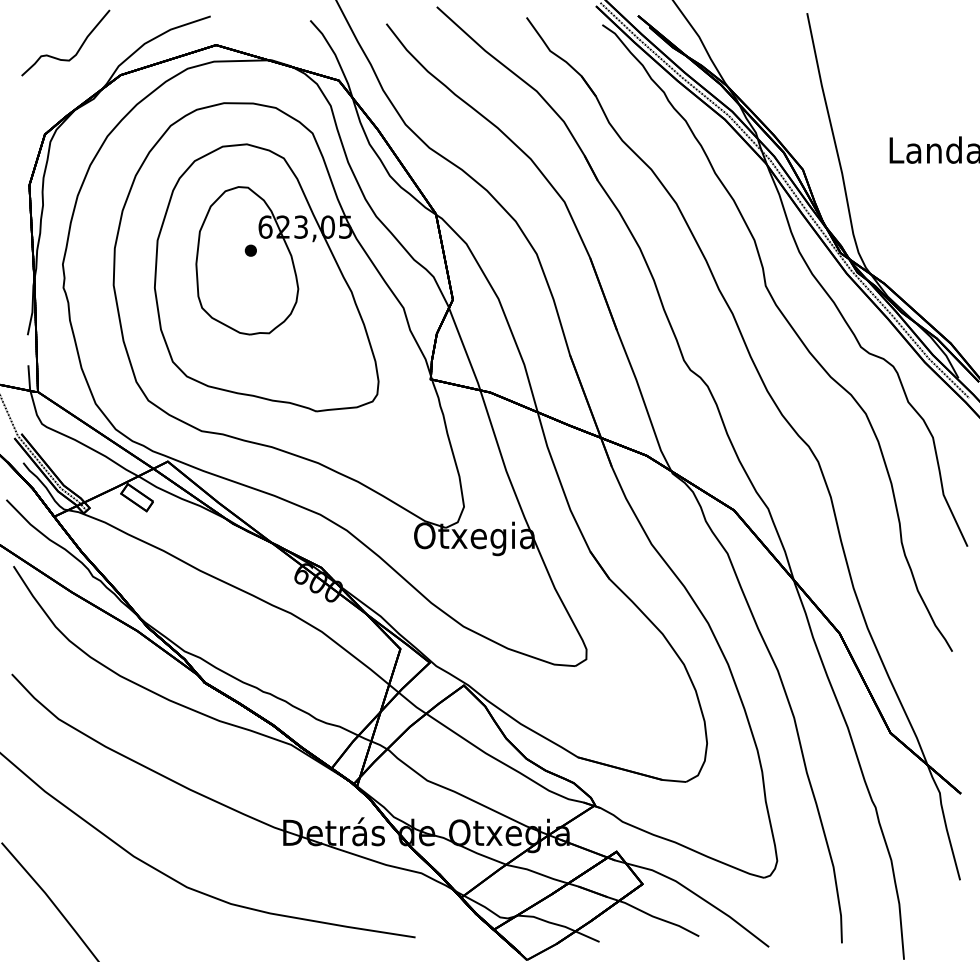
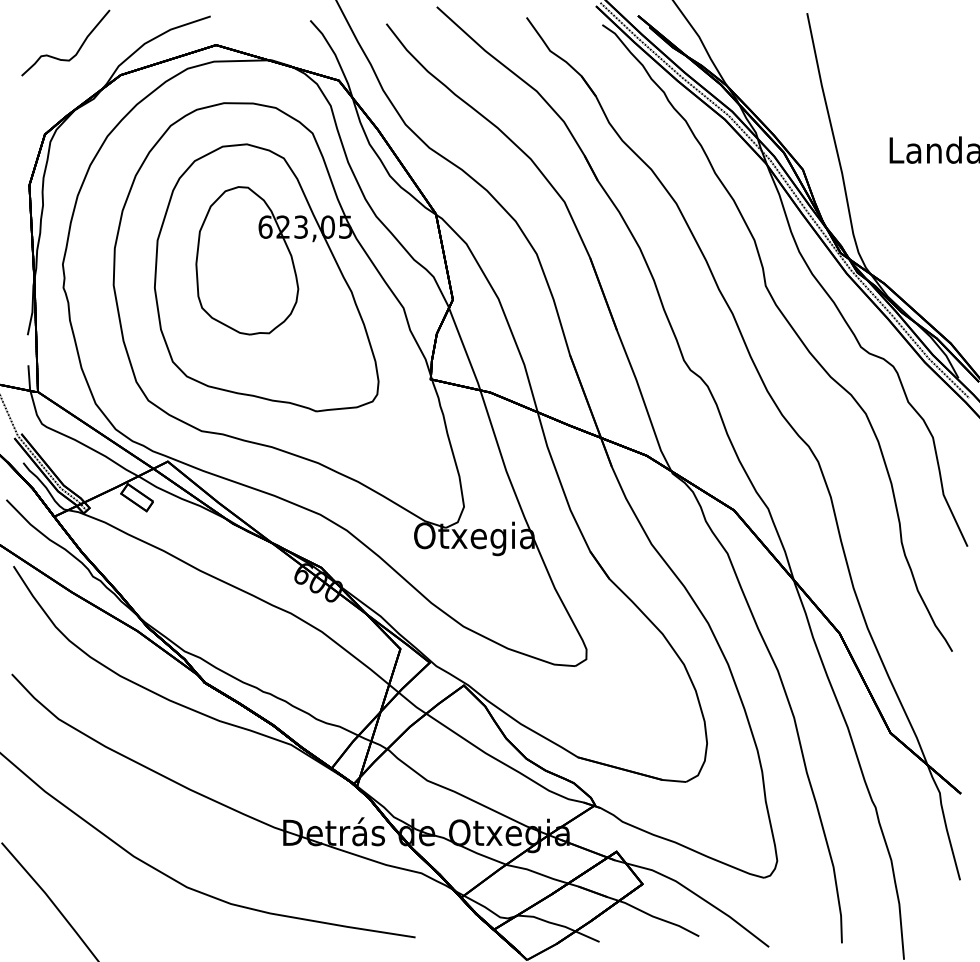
part at (250, 250): present -> none
